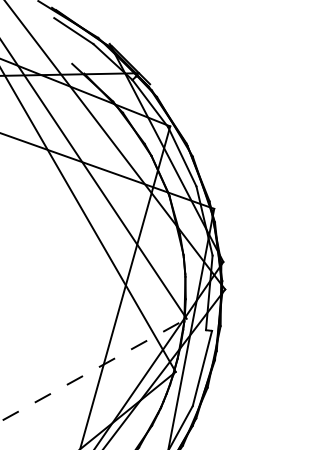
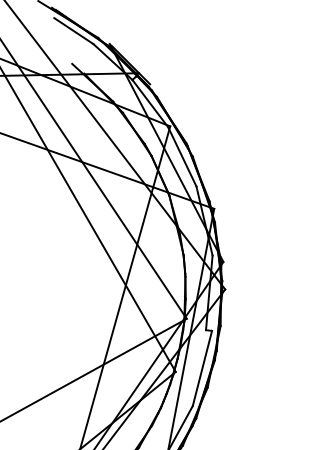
line at (93, 369): dashed -> solid
